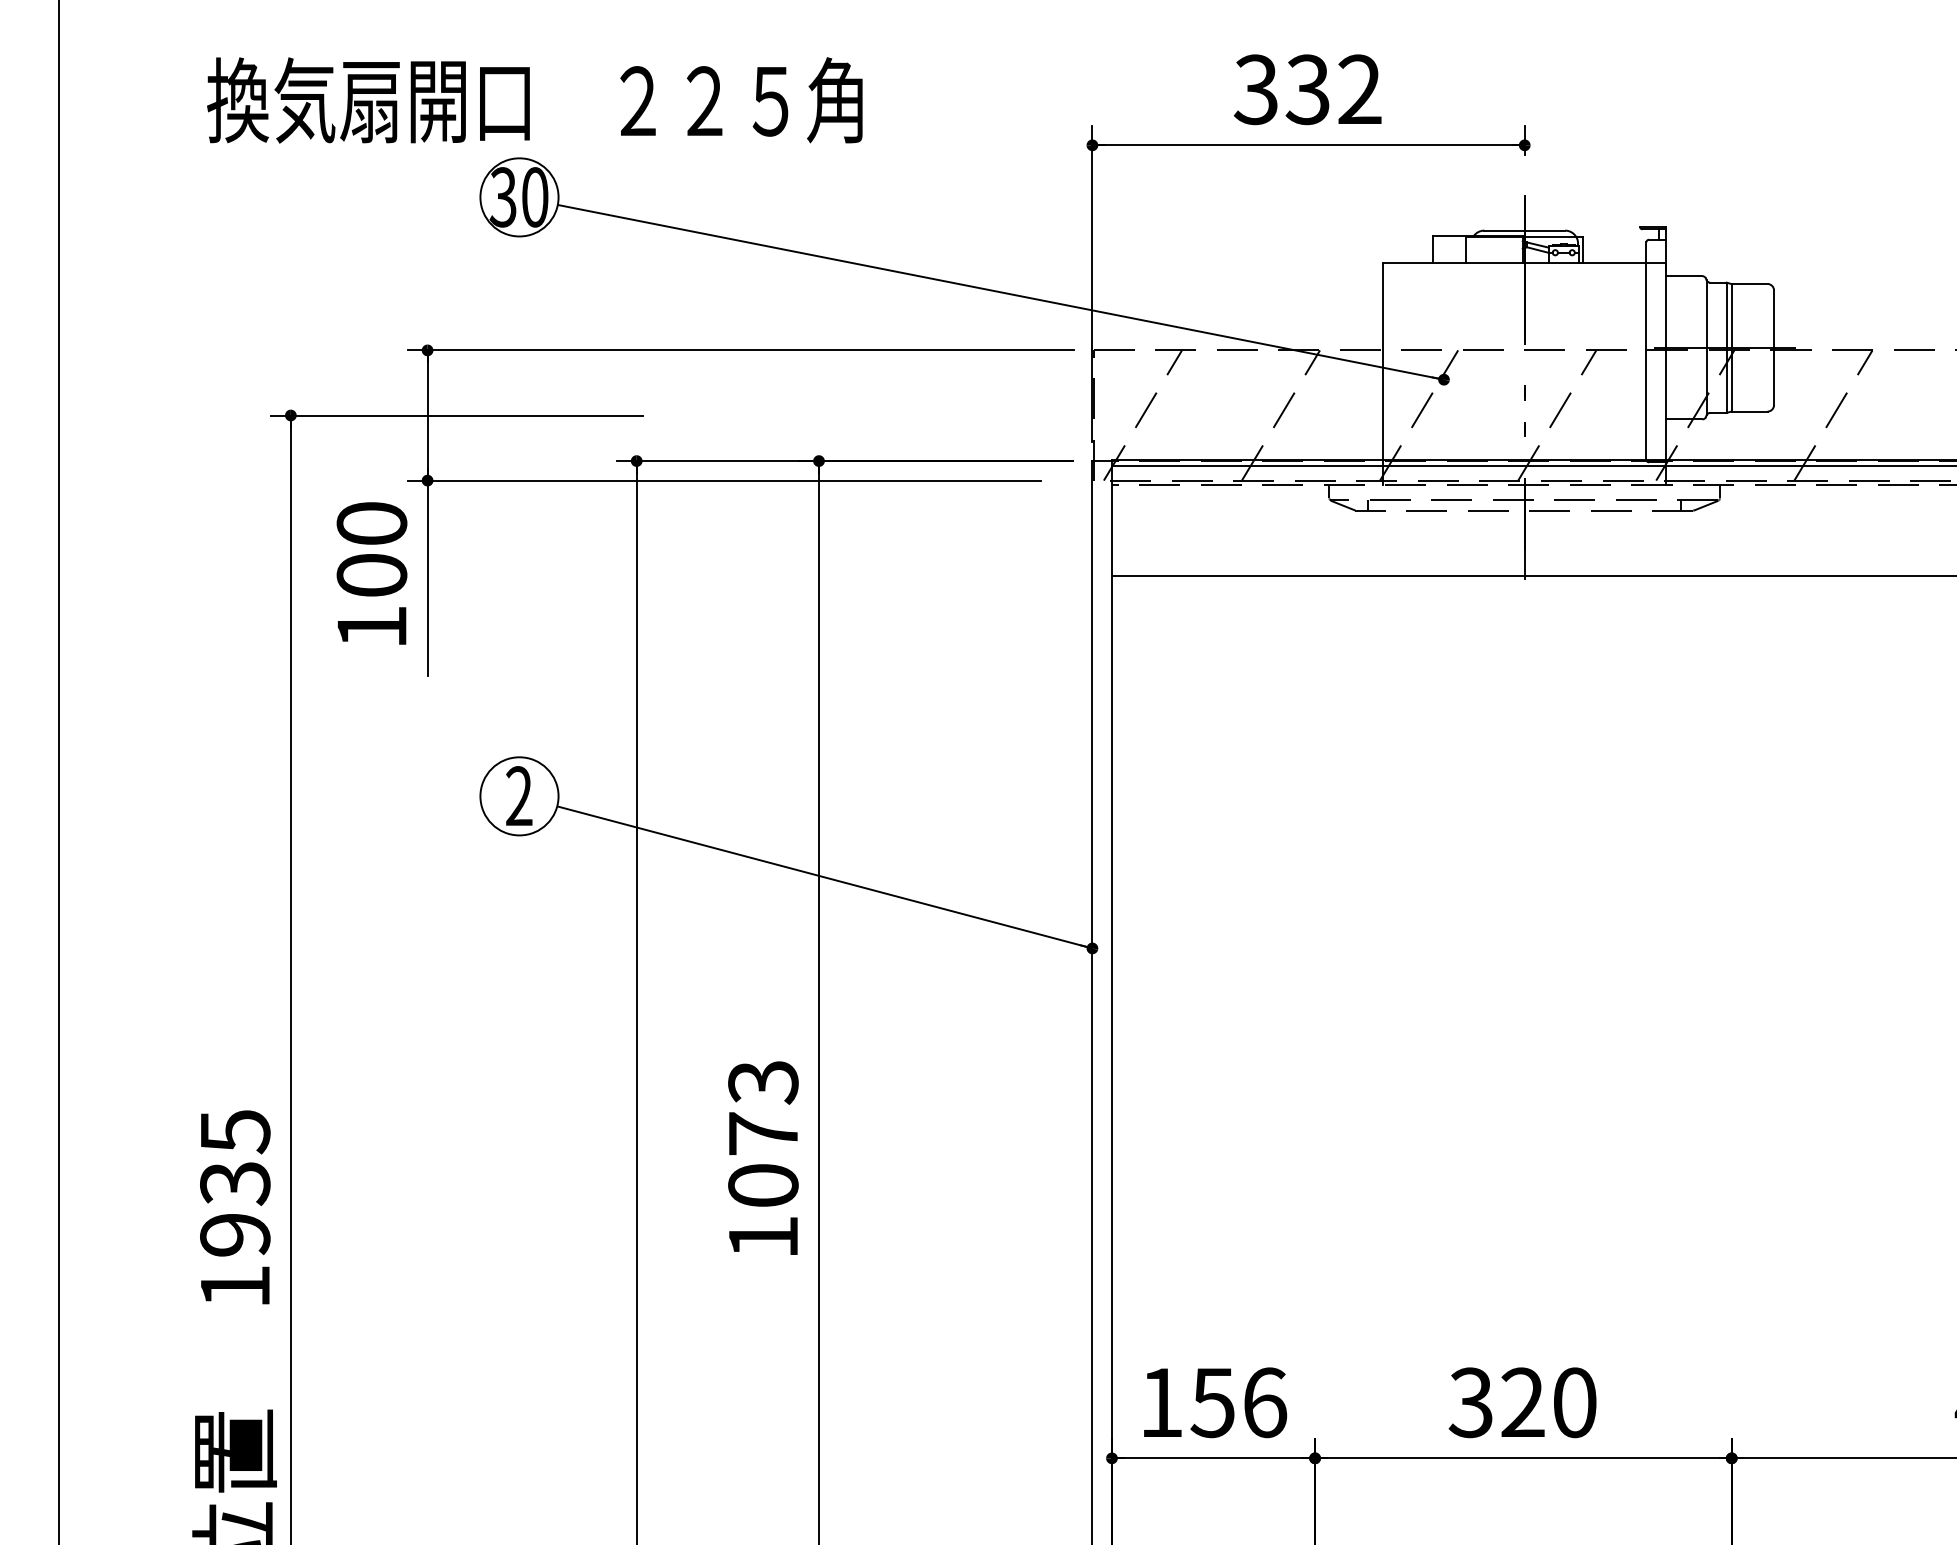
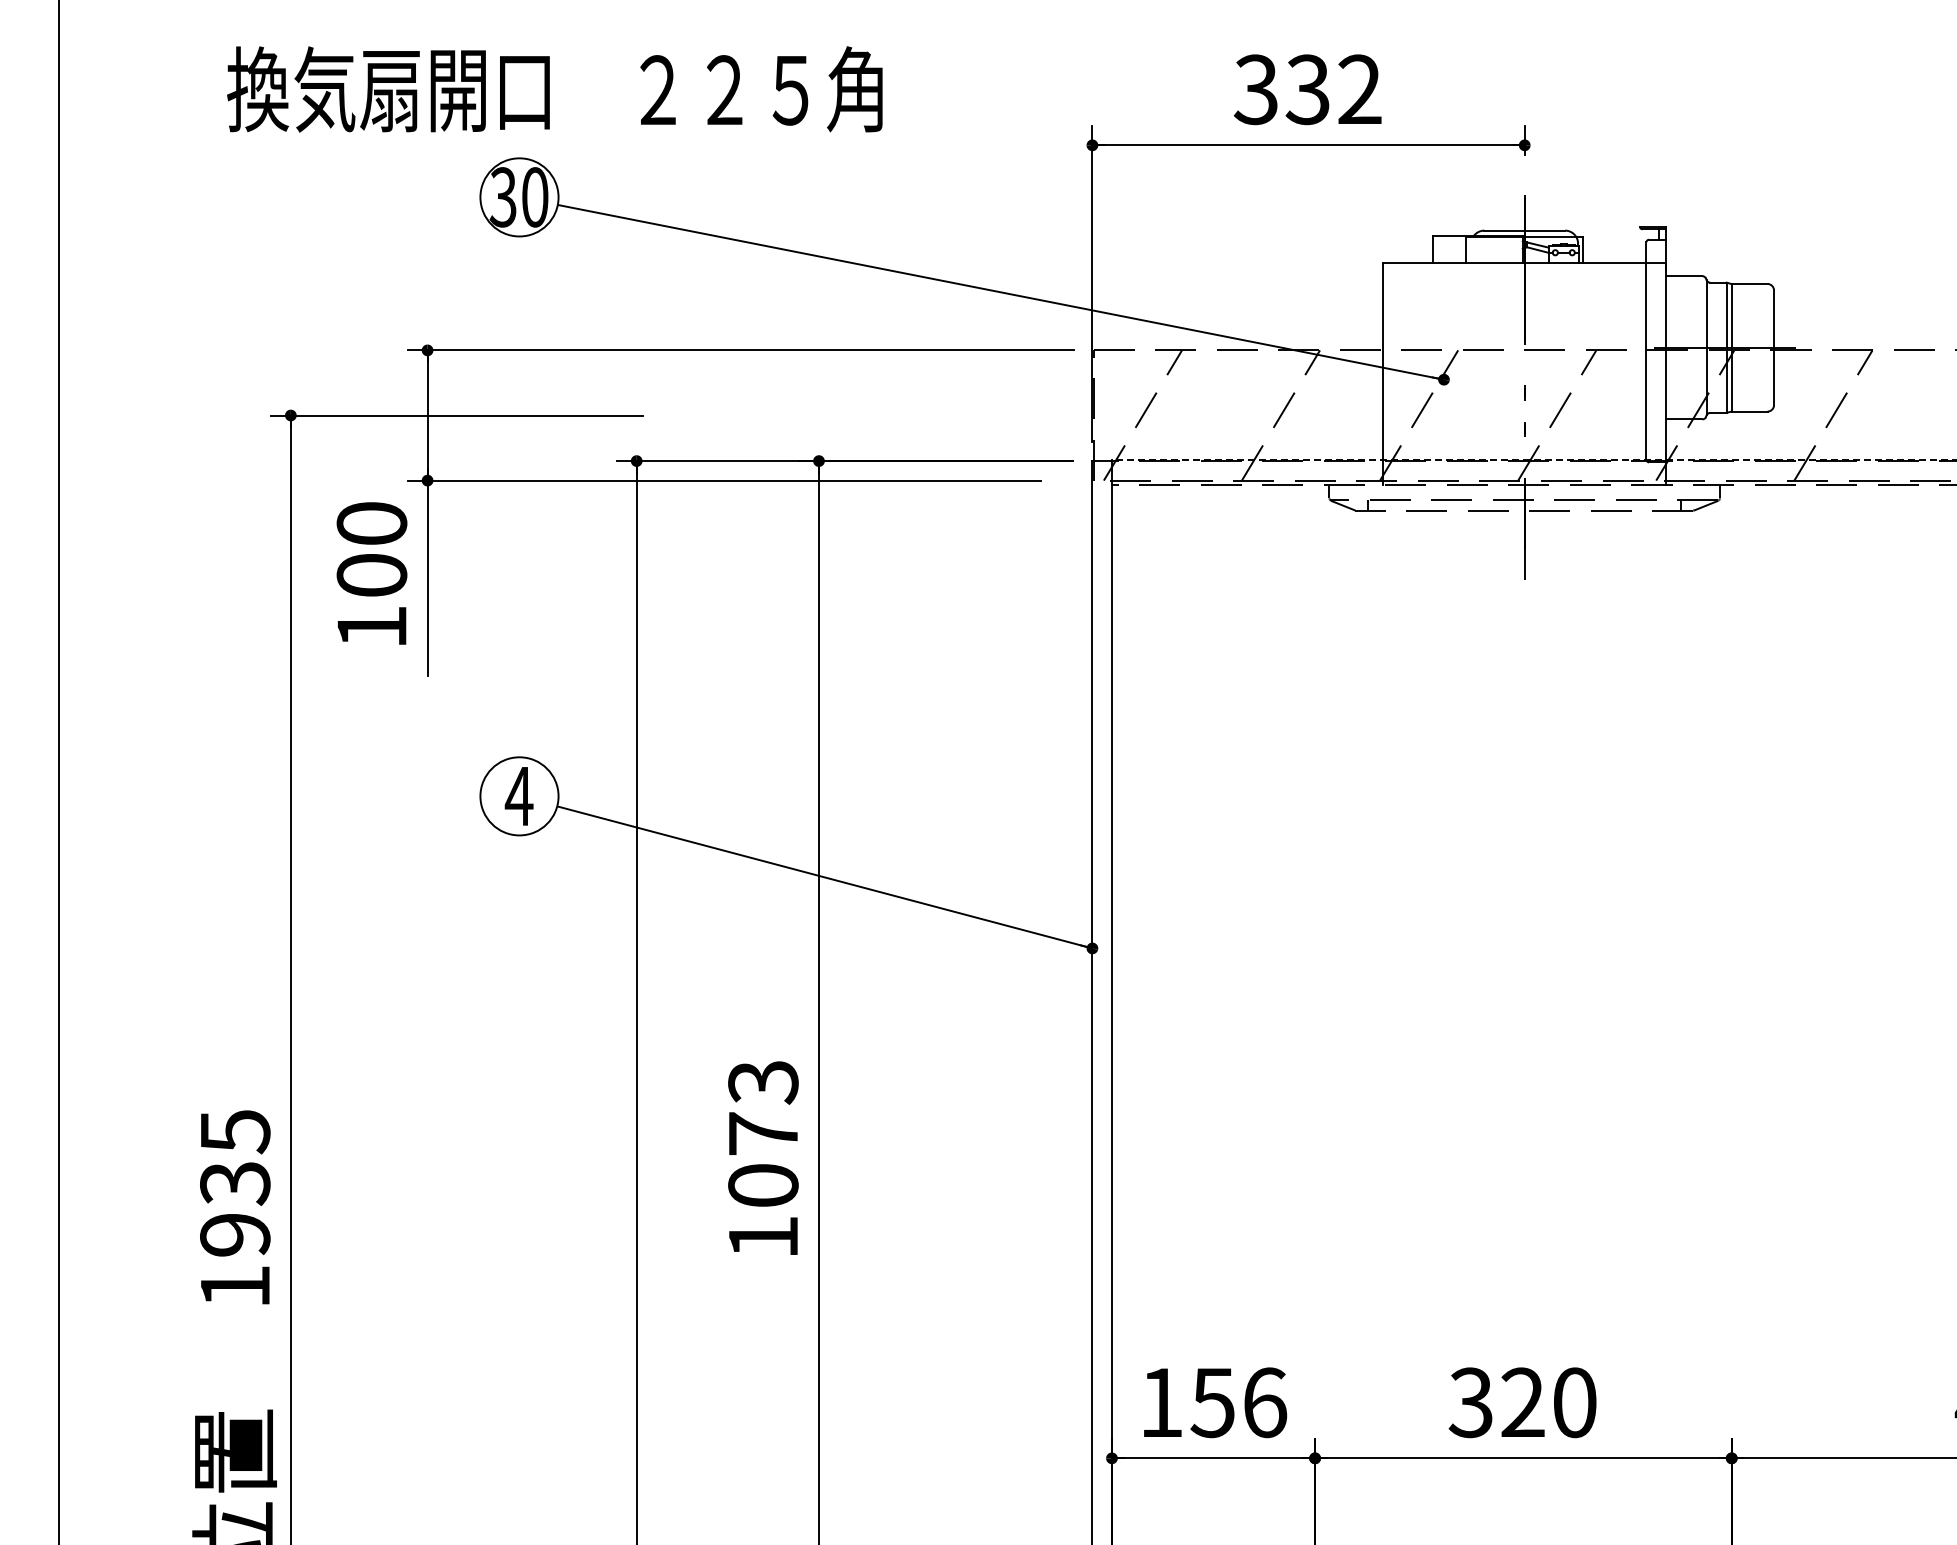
text at (534, 100) position: (534, 100) -> (554, 89)
line at (1533, 459): solid -> dashed
line at (1532, 466): present -> none
line at (1532, 575): present -> none
text at (518, 795): 2 -> 4
